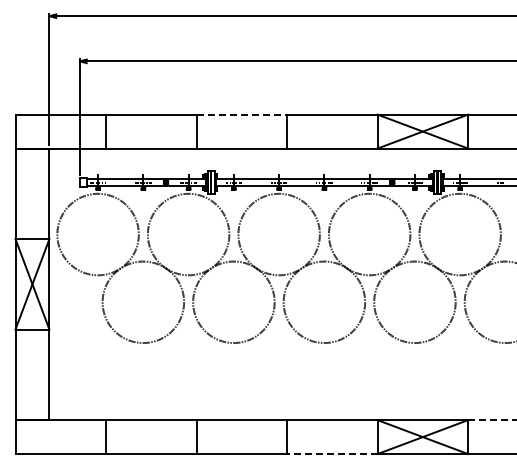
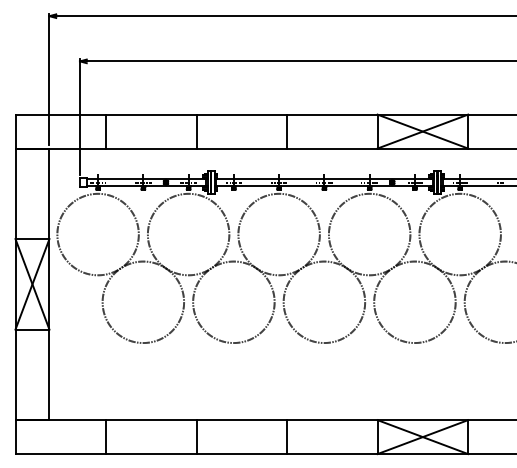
line at (242, 114): dashed -> solid
line at (492, 420): dashed -> solid
line at (331, 454): dashed -> solid
